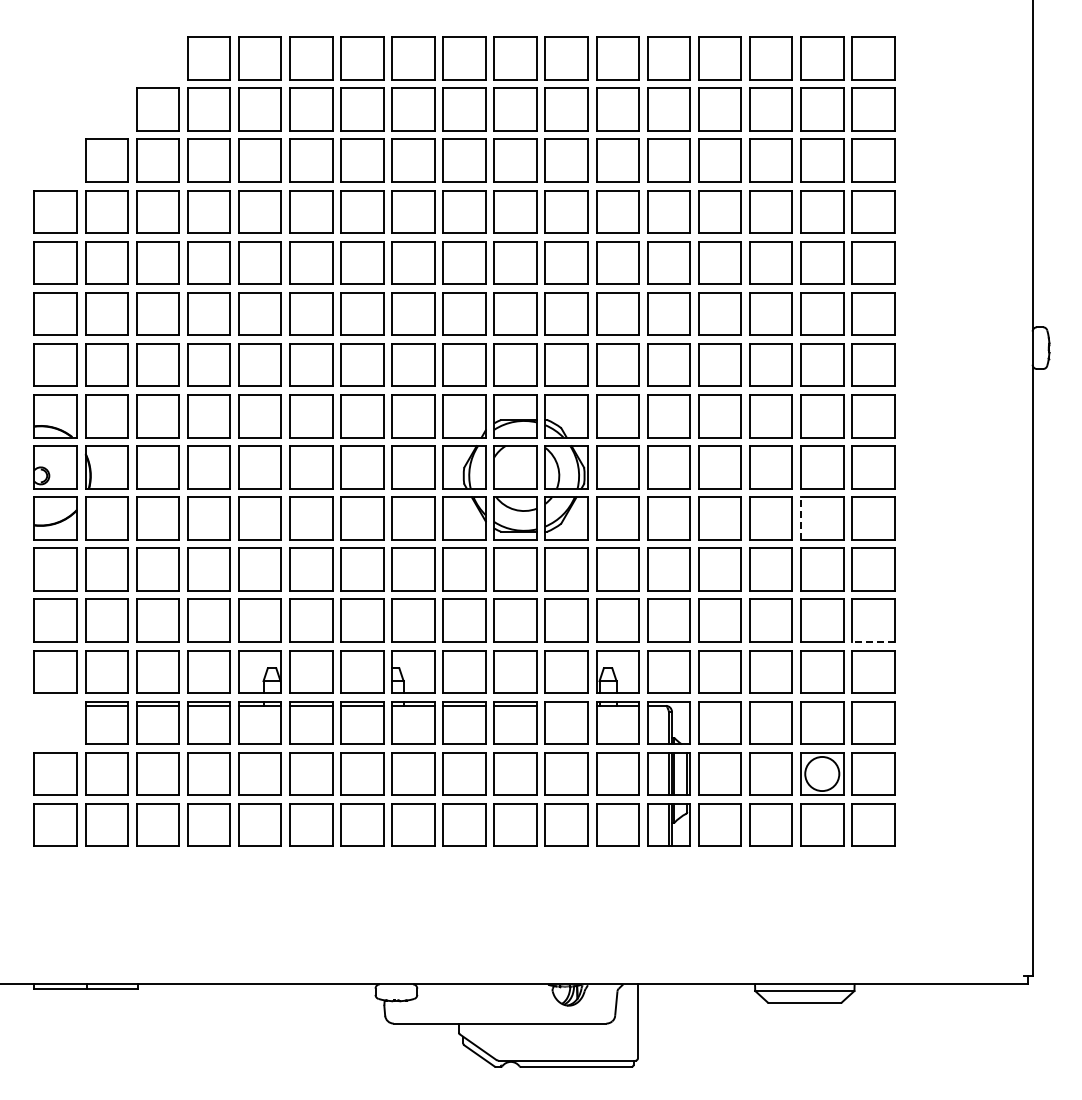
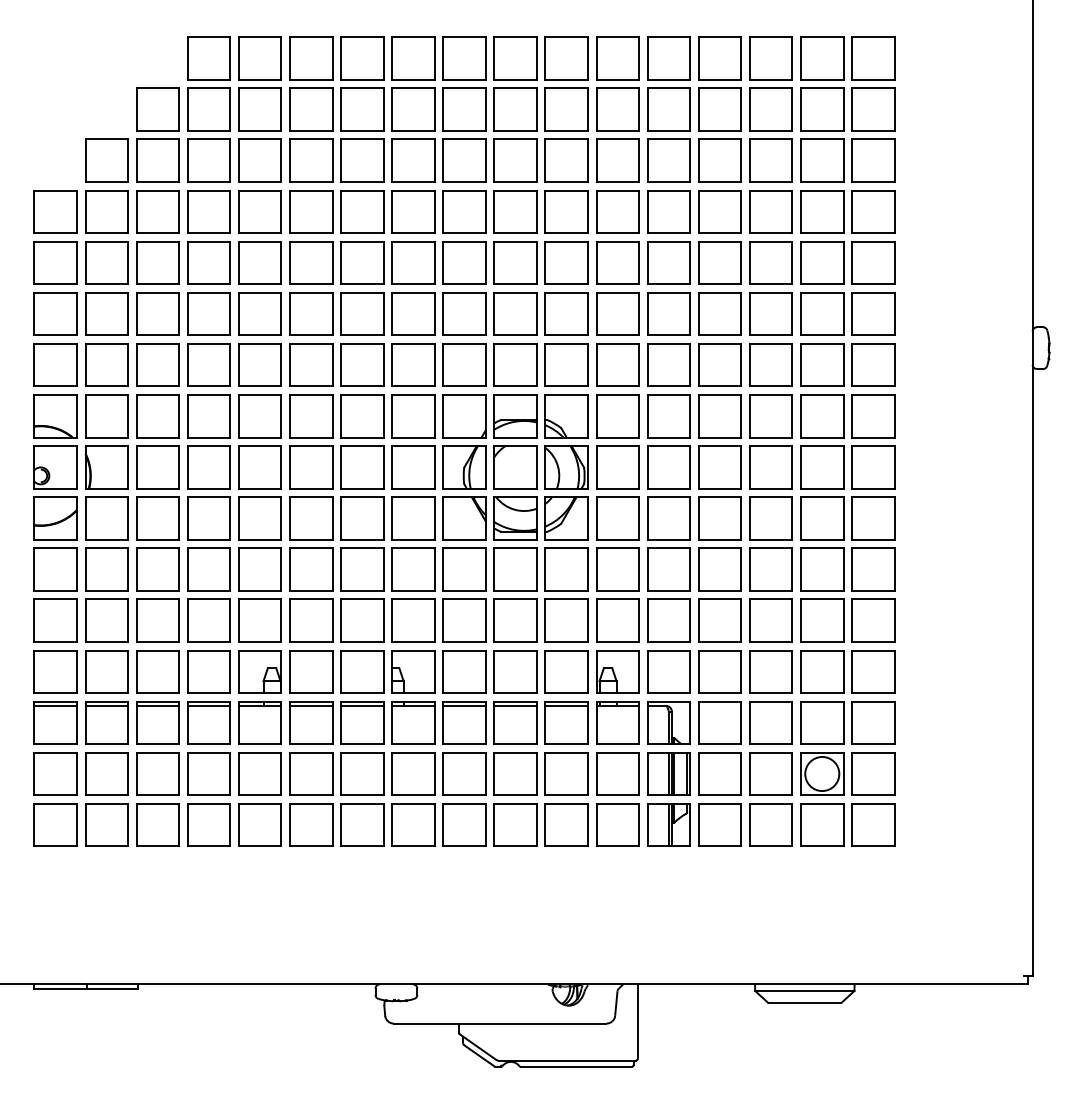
line at (800, 518): dashed -> solid
line at (872, 642): dashed -> solid
line at (566, 705): none -> present
part at (55, 722): none -> present
